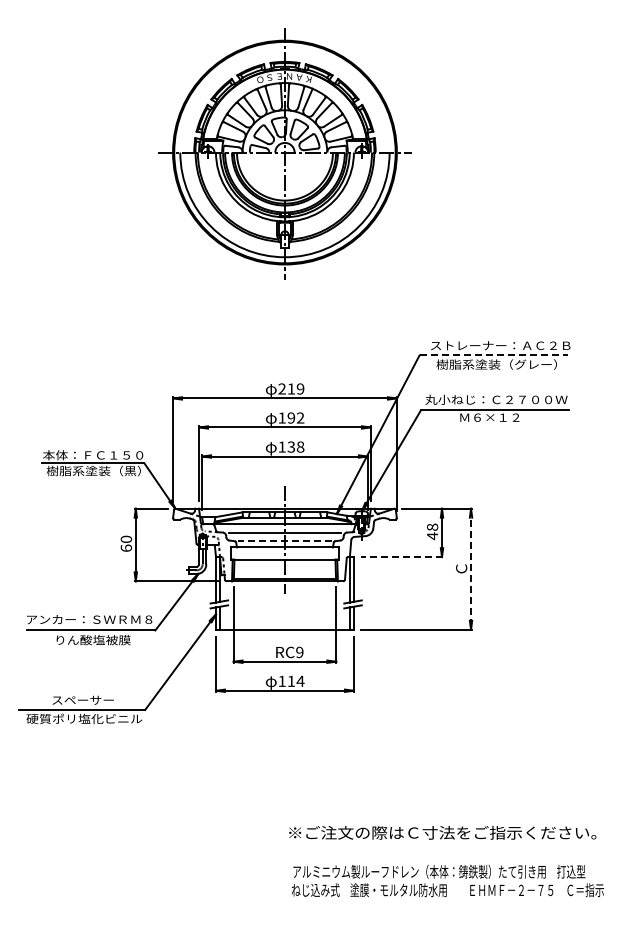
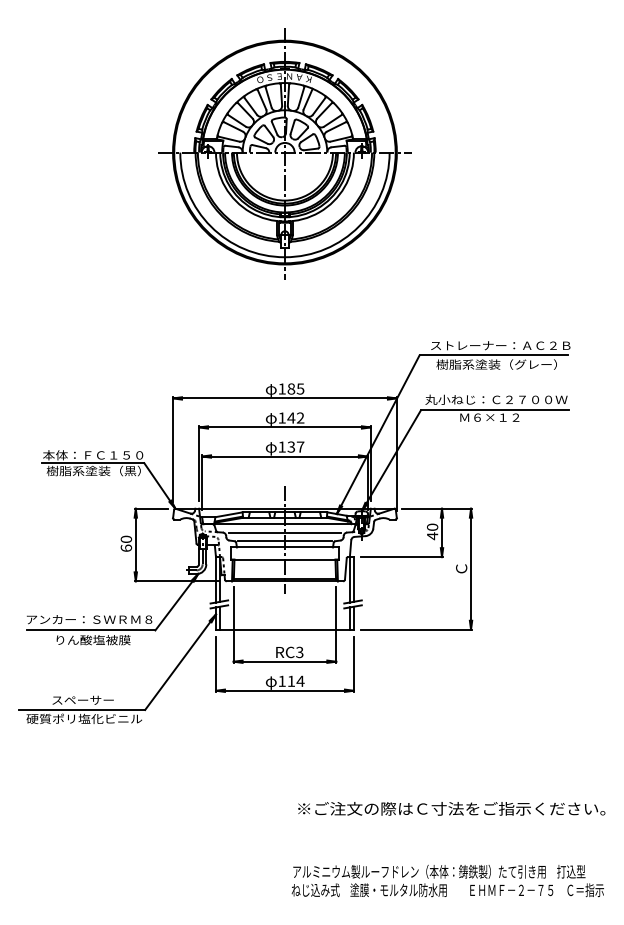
line at (494, 355): dashed -> solid
text at (291, 388): 219 -> 185
text at (291, 417): 192 -> 142
text at (300, 446): 138 -> 137
text at (432, 526): 48 -> 40
line at (284, 541): dashed -> solid
line at (402, 557): dashed -> solid
line at (471, 569): dashed -> solid
text at (299, 652): RC9 -> RC3
text at (442, 832) position: (442, 832) -> (451, 808)
